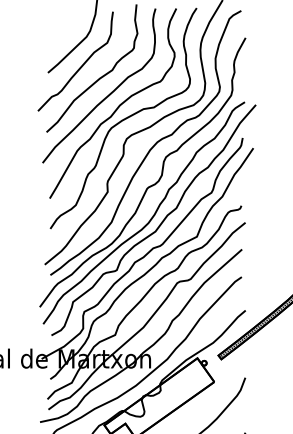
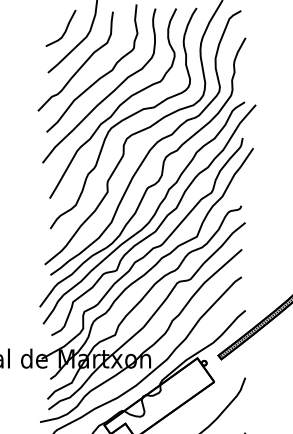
part at (60, 27): none -> present
